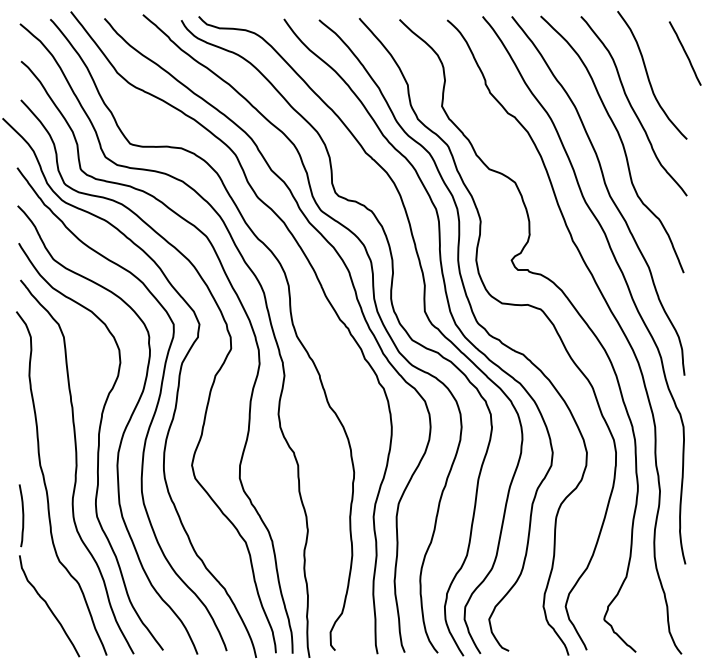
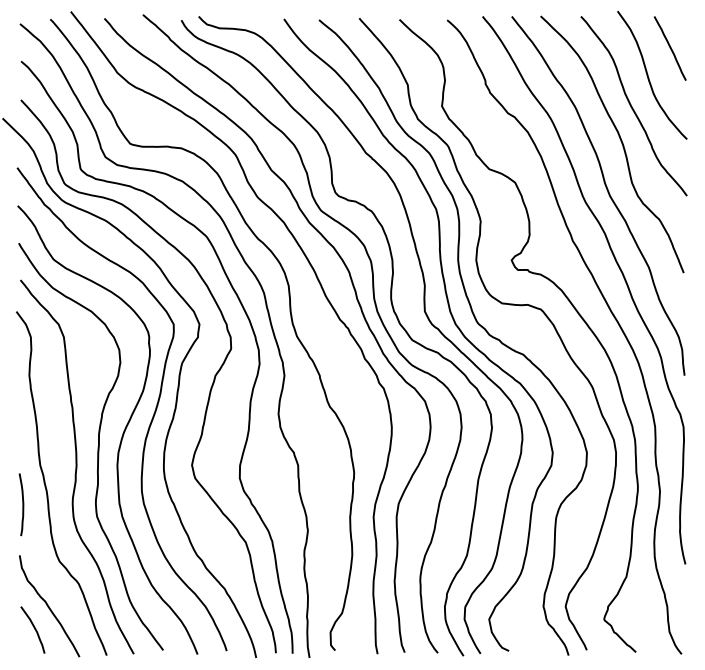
curve at (684, 53) position: (684, 53) -> (669, 48)
curve at (22, 515) position: (22, 515) -> (22, 504)
curve at (34, 629): none -> present
